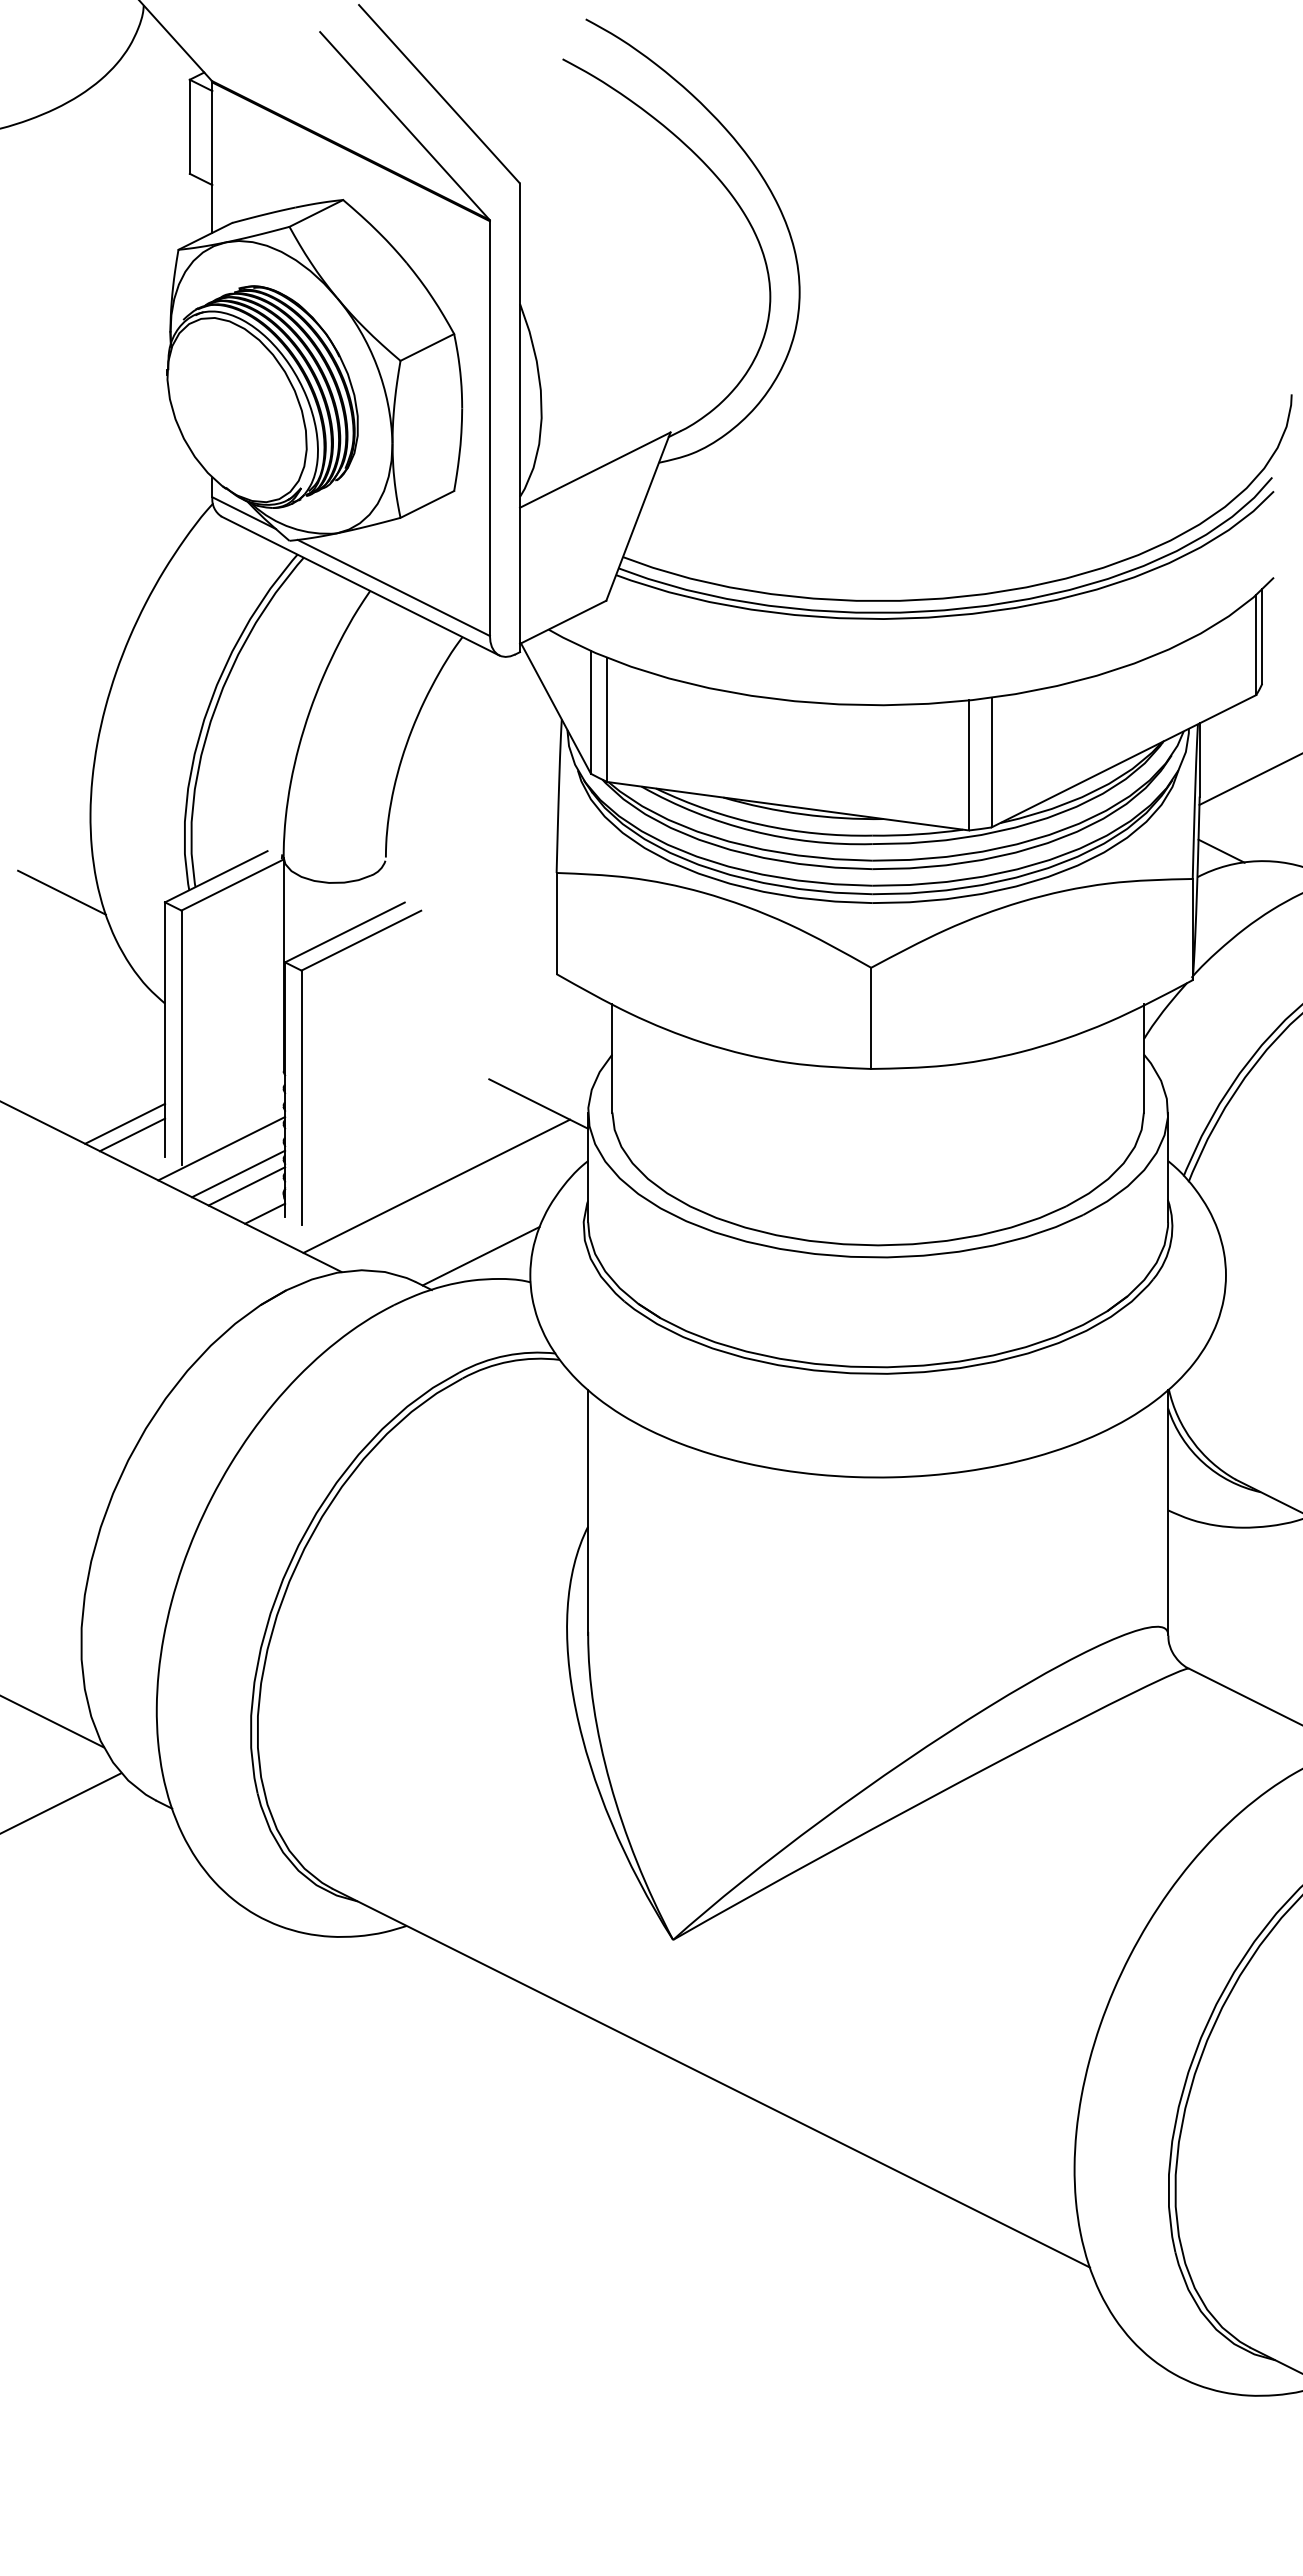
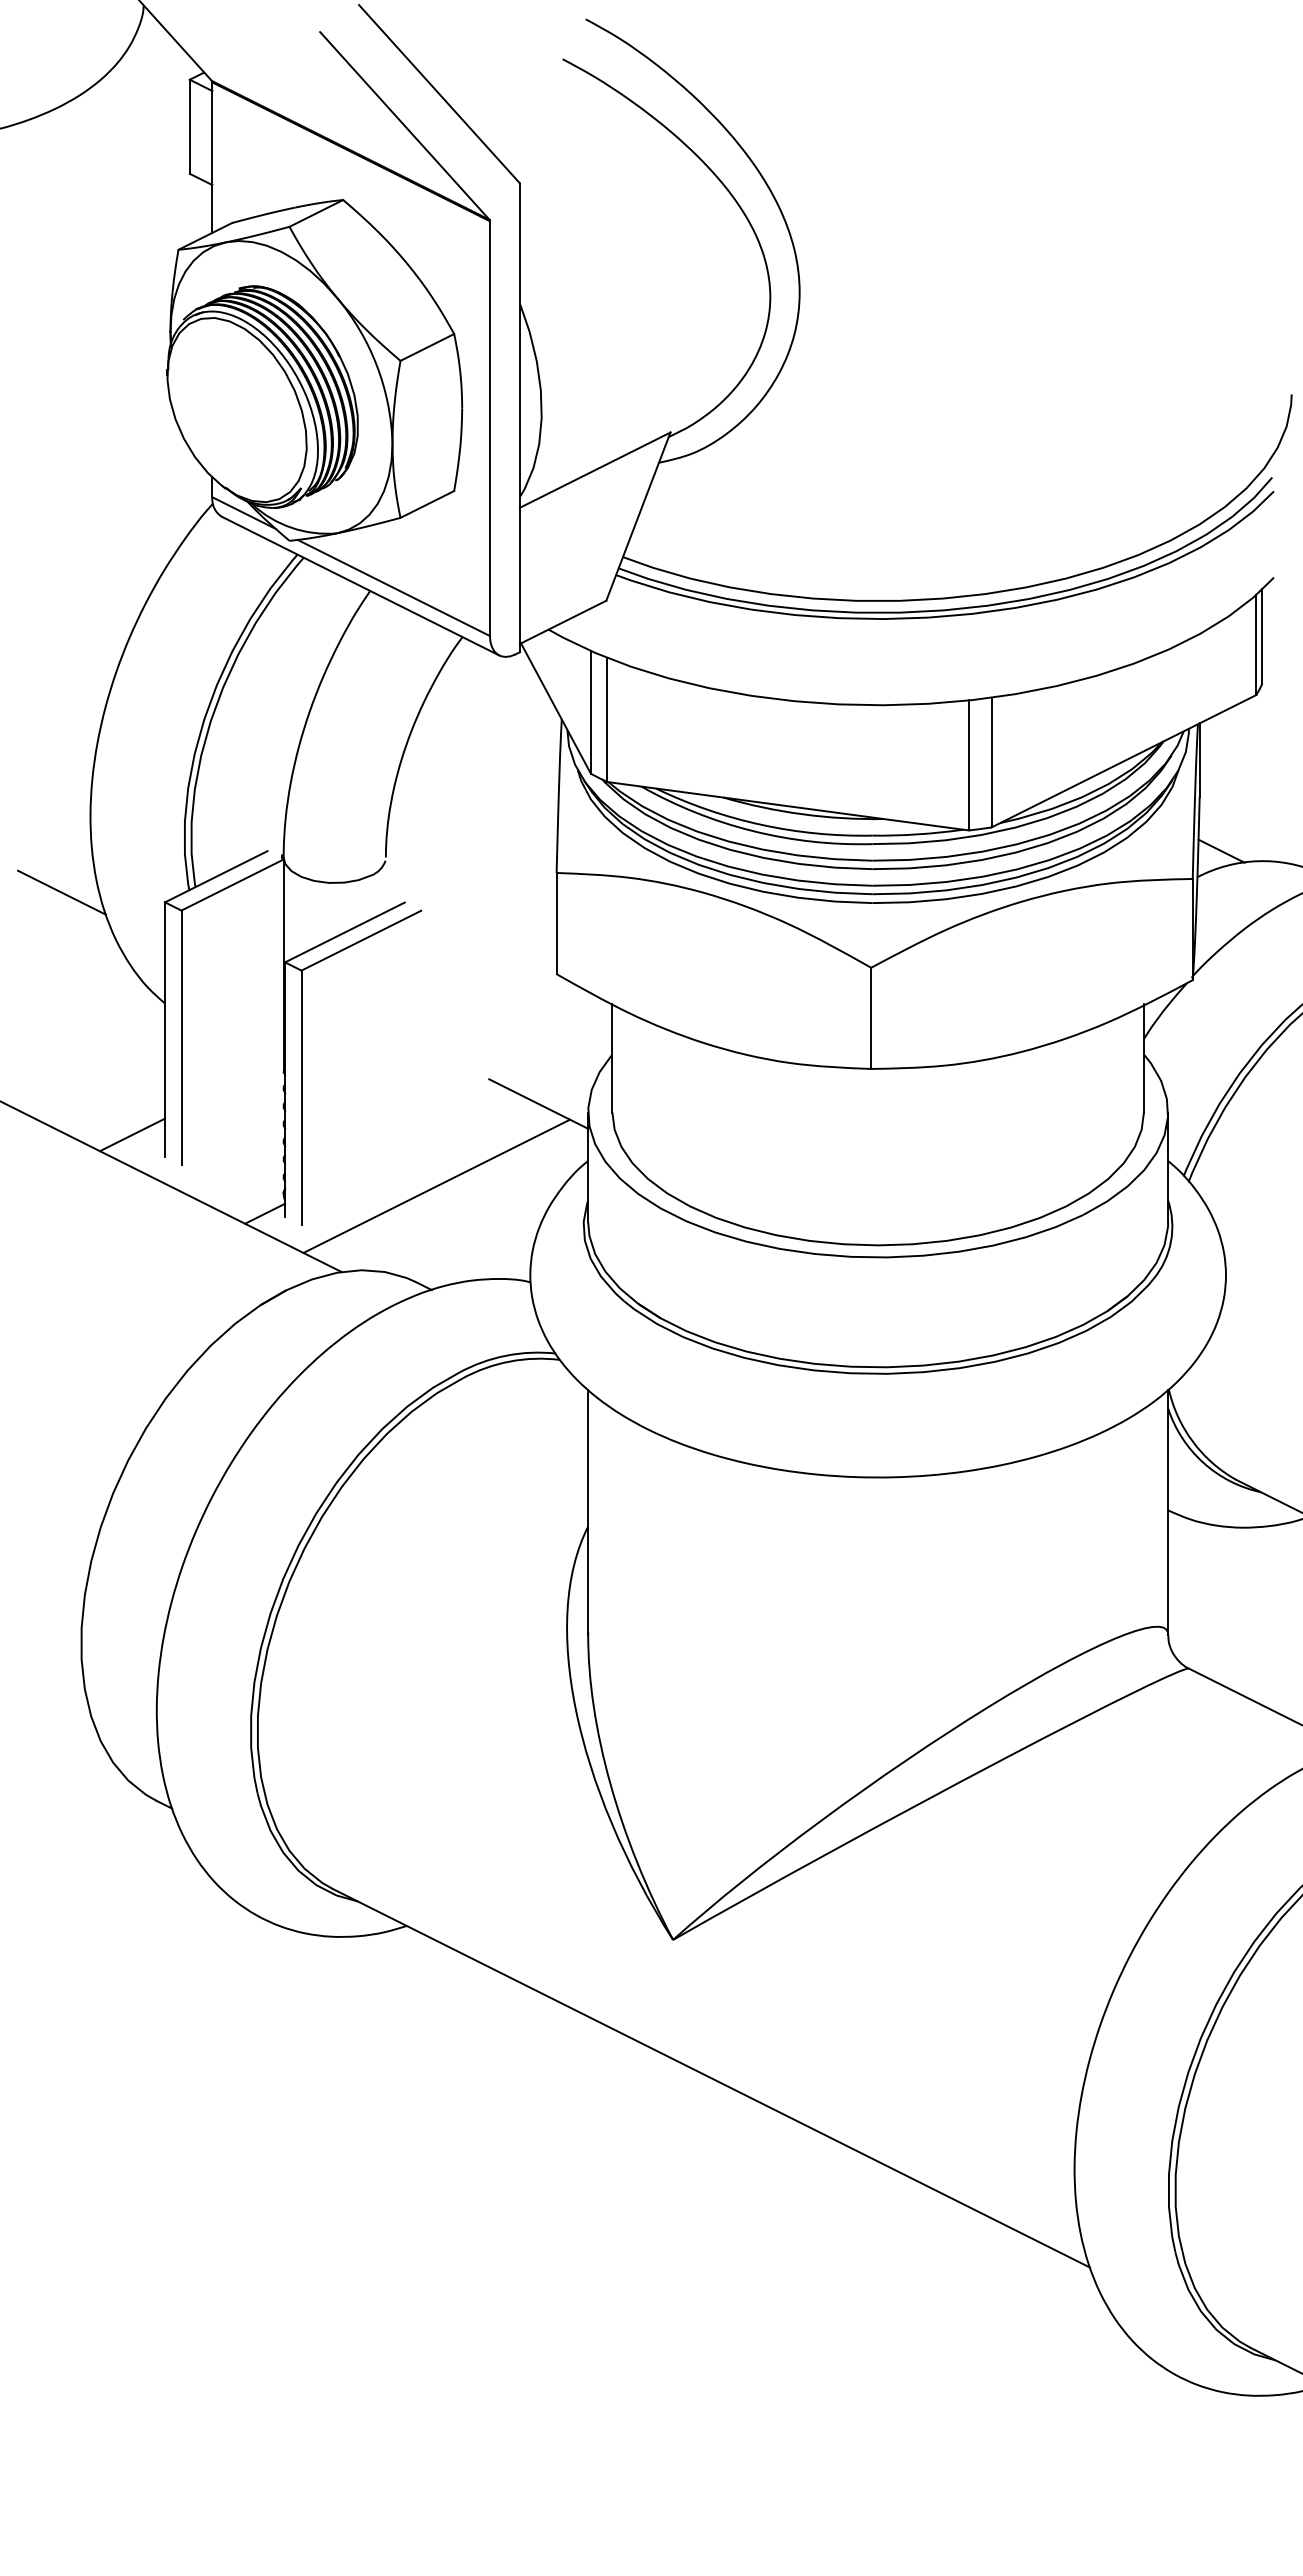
line at (1249, 779): present -> none
line at (125, 1123): present -> none
line at (221, 1148): present -> none
line at (238, 1173): present -> none
line at (246, 1186): present -> none
line at (480, 1256): present -> none
line at (52, 1721): present -> none
line at (61, 1802): present -> none
